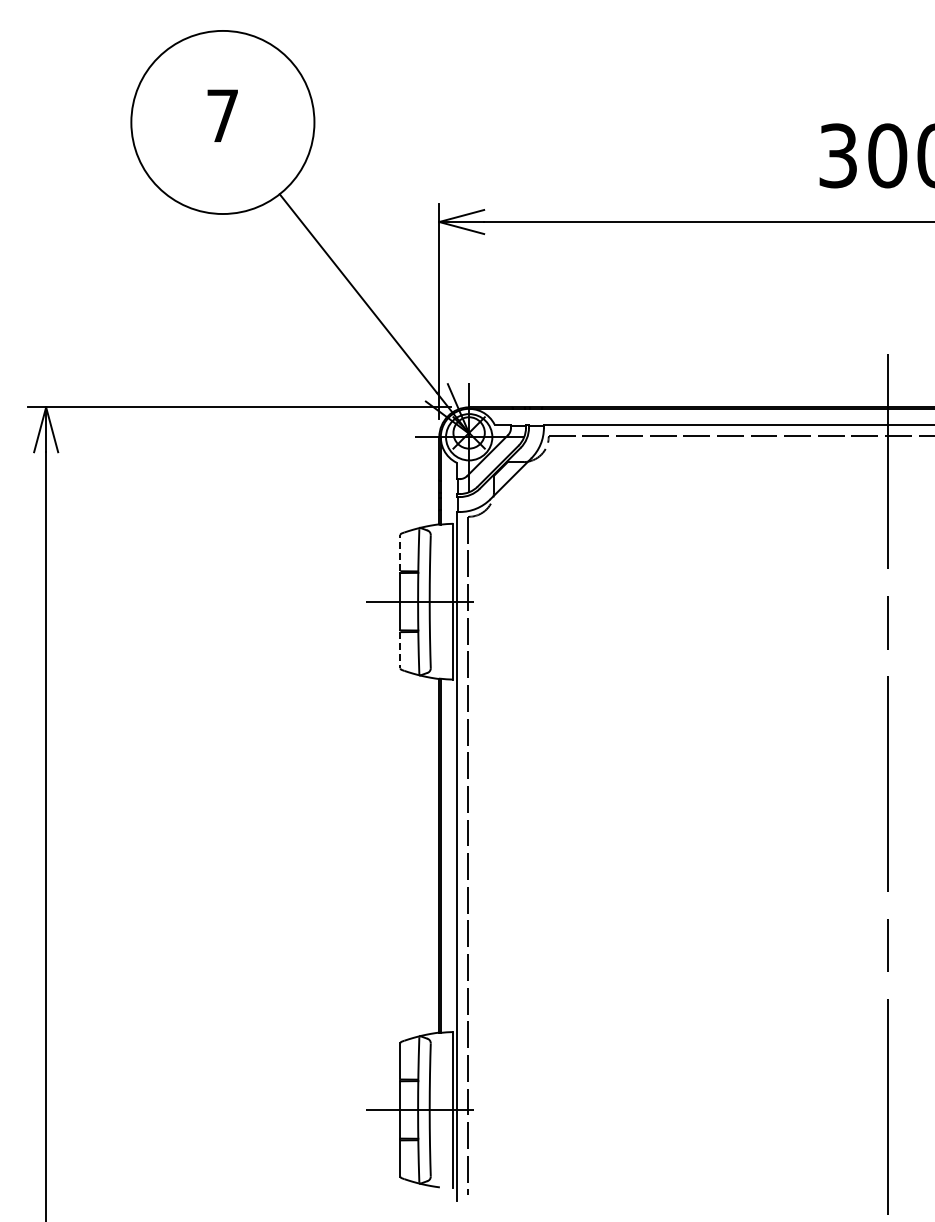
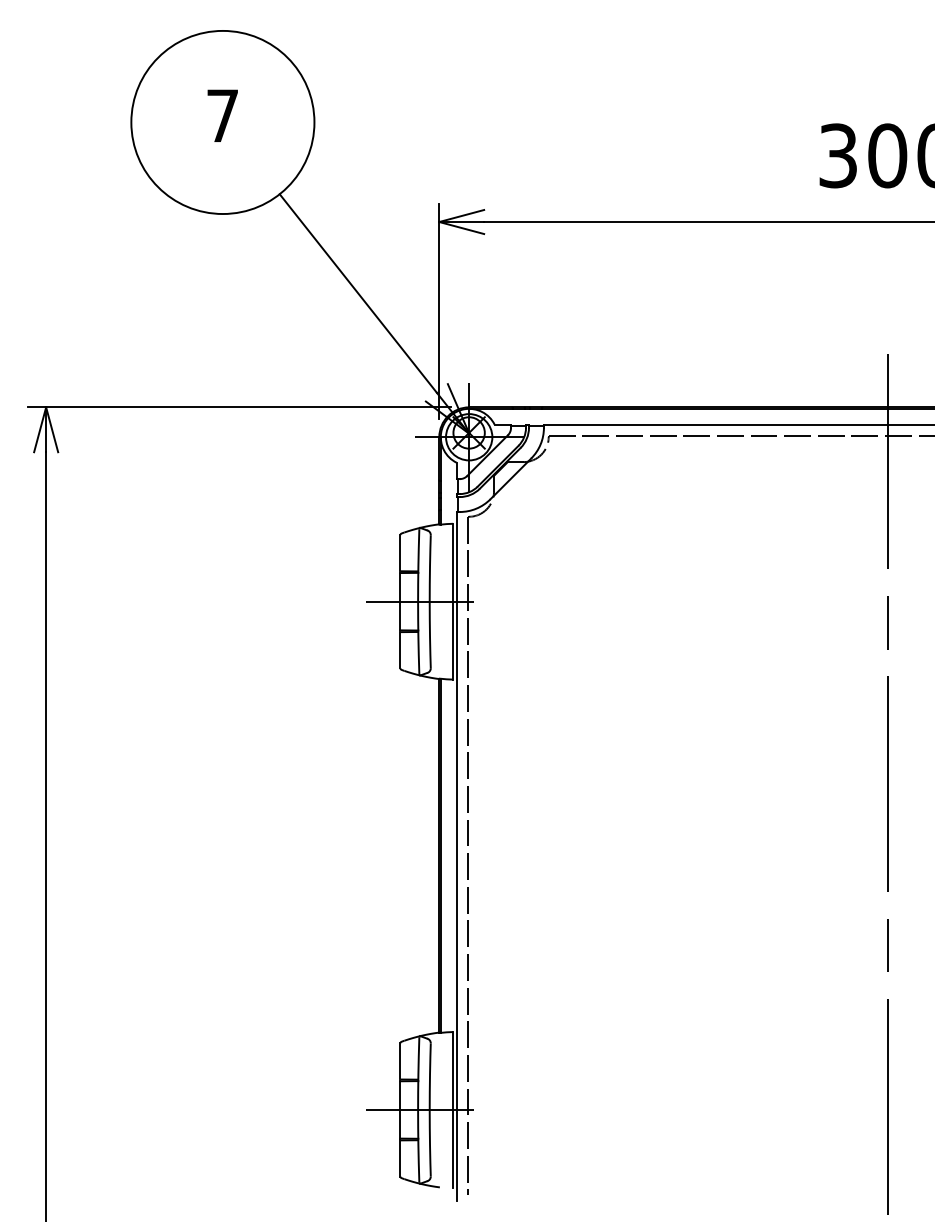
line at (400, 552): dashed -> solid
line at (400, 650): dashed -> solid
